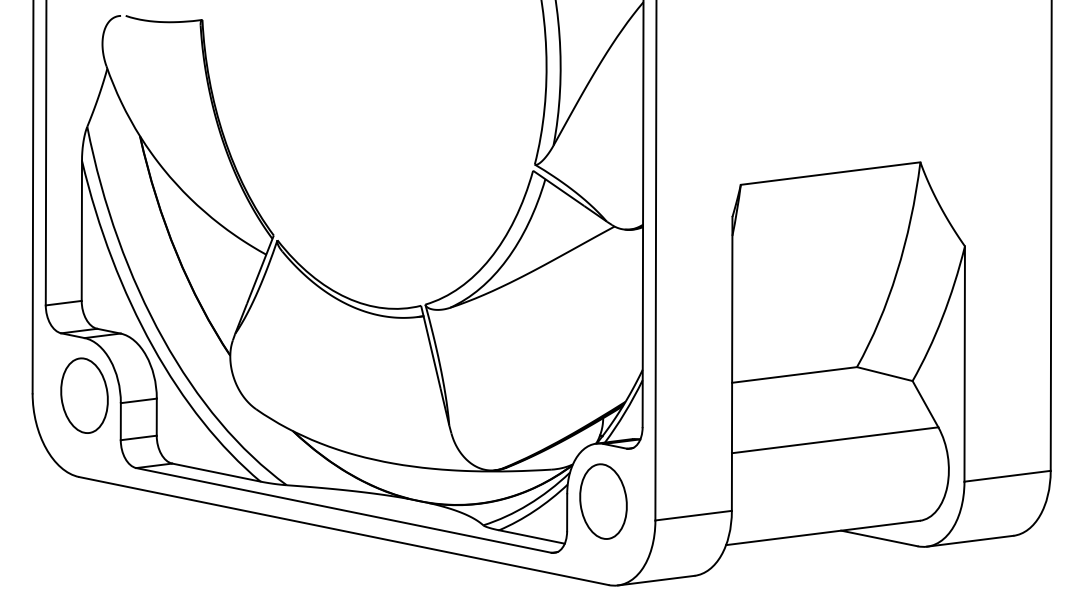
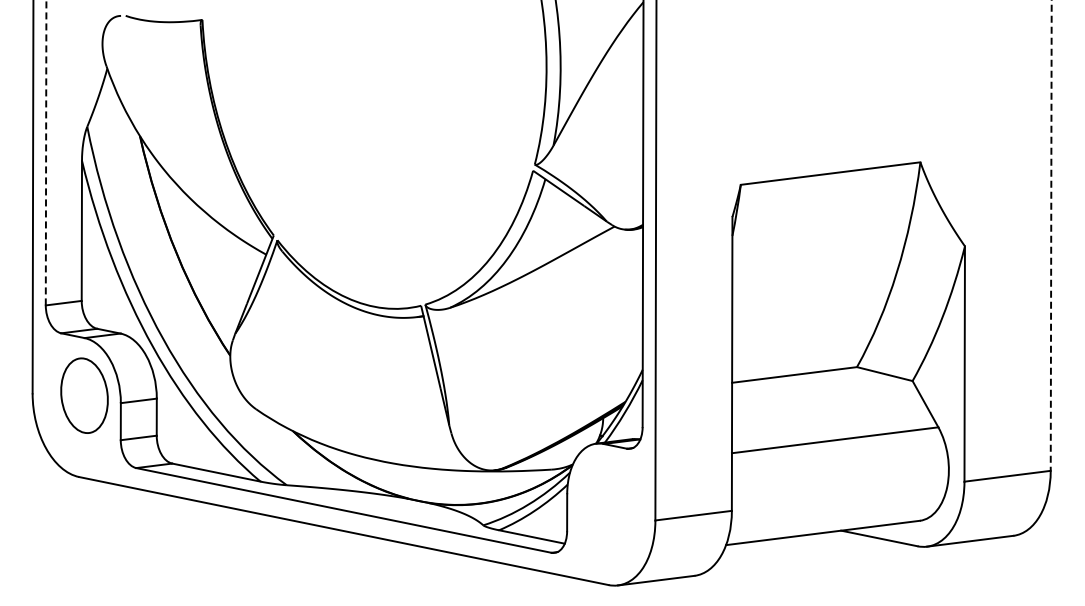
line at (46, 152): solid -> dashed
line at (1051, 236): solid -> dashed
part at (603, 501): present -> none
